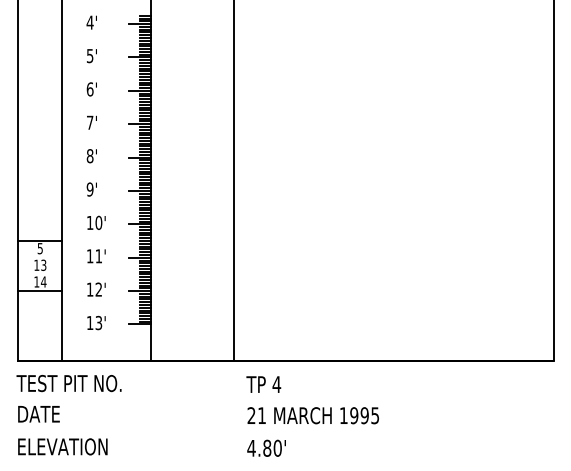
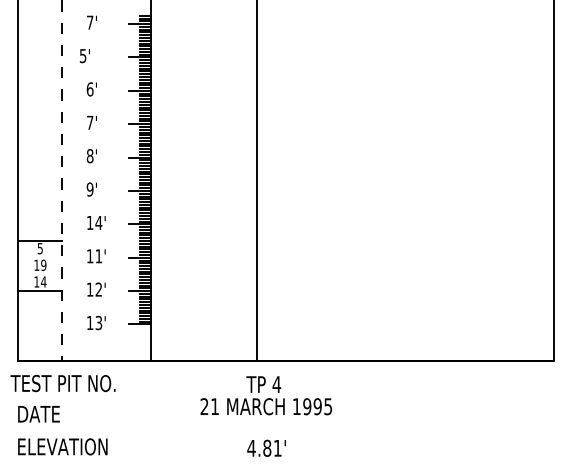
text at (89, 22): 4' -> 7'
text at (91, 56) position: (91, 56) -> (84, 56)
line at (62, 181): solid -> dashed
line at (233, 181) position: (233, 181) -> (256, 181)
text at (98, 222): 10' -> 14'
text at (43, 264): 13 -> 19
text at (68, 383) position: (68, 383) -> (62, 383)
text at (312, 415) position: (312, 415) -> (265, 406)
text at (277, 447): 4.80' -> 4.81'
